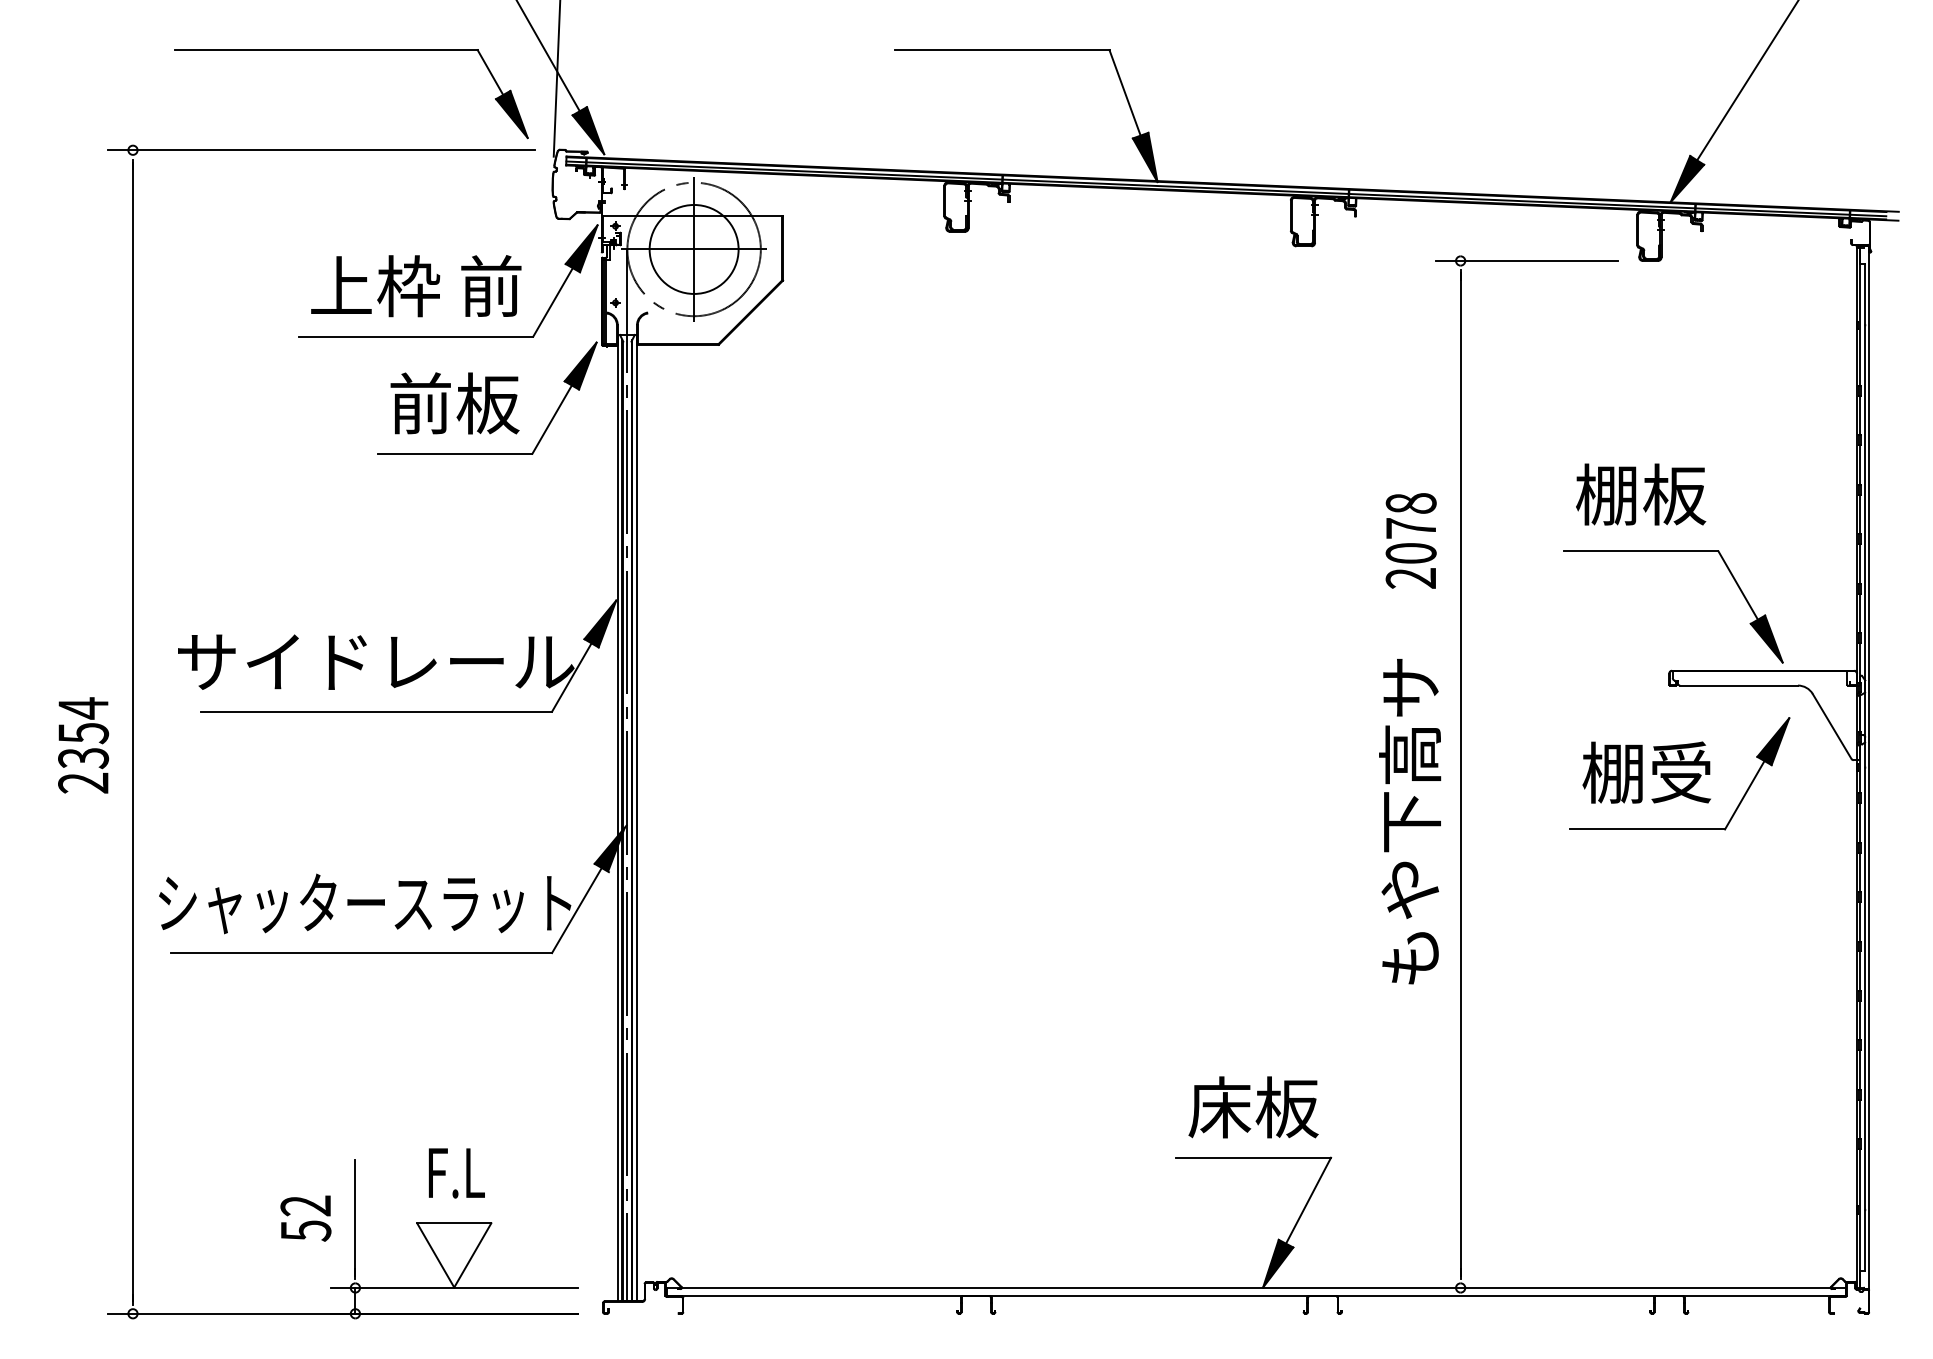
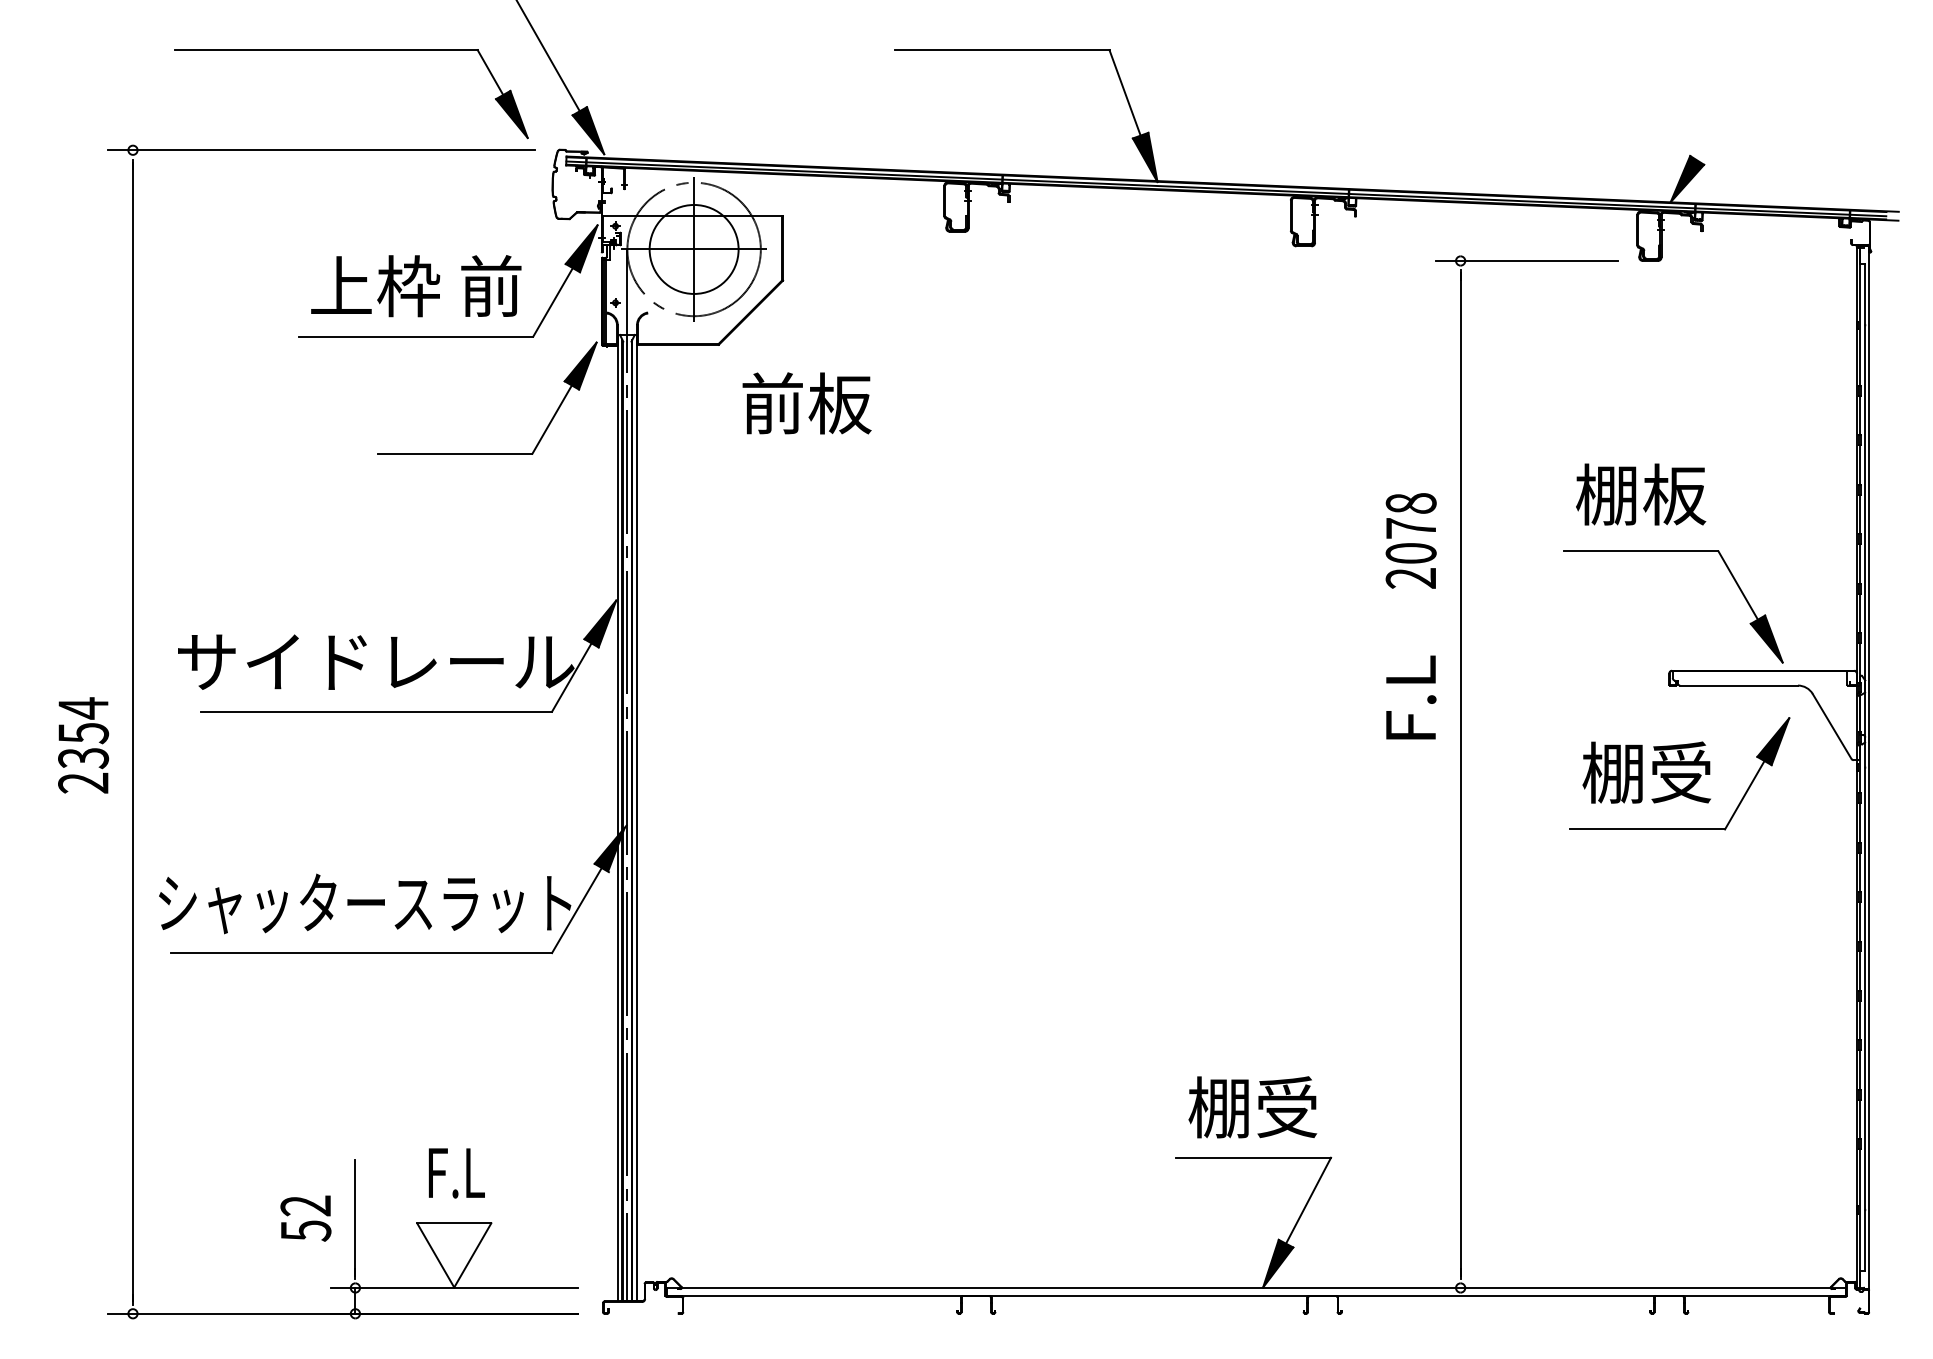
line at (556, 79): present -> none
line at (1746, 81): present -> none
text at (454, 403) position: (454, 403) -> (806, 403)
text at (1410, 819): もや下高サ -> F.L
text at (1253, 1107): 床板 -> 棚受
